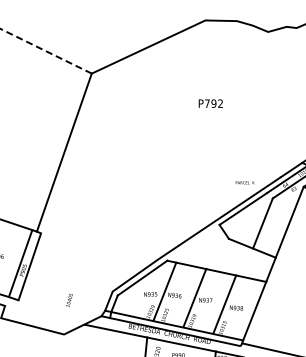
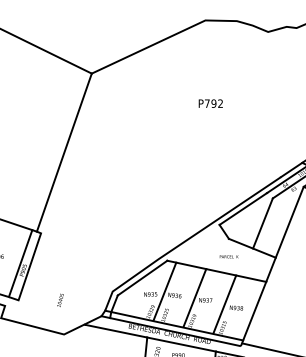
line at (46, 51): dashed -> solid
text at (244, 182) position: (244, 182) -> (228, 256)
text at (69, 299) position: (69, 299) -> (60, 299)
